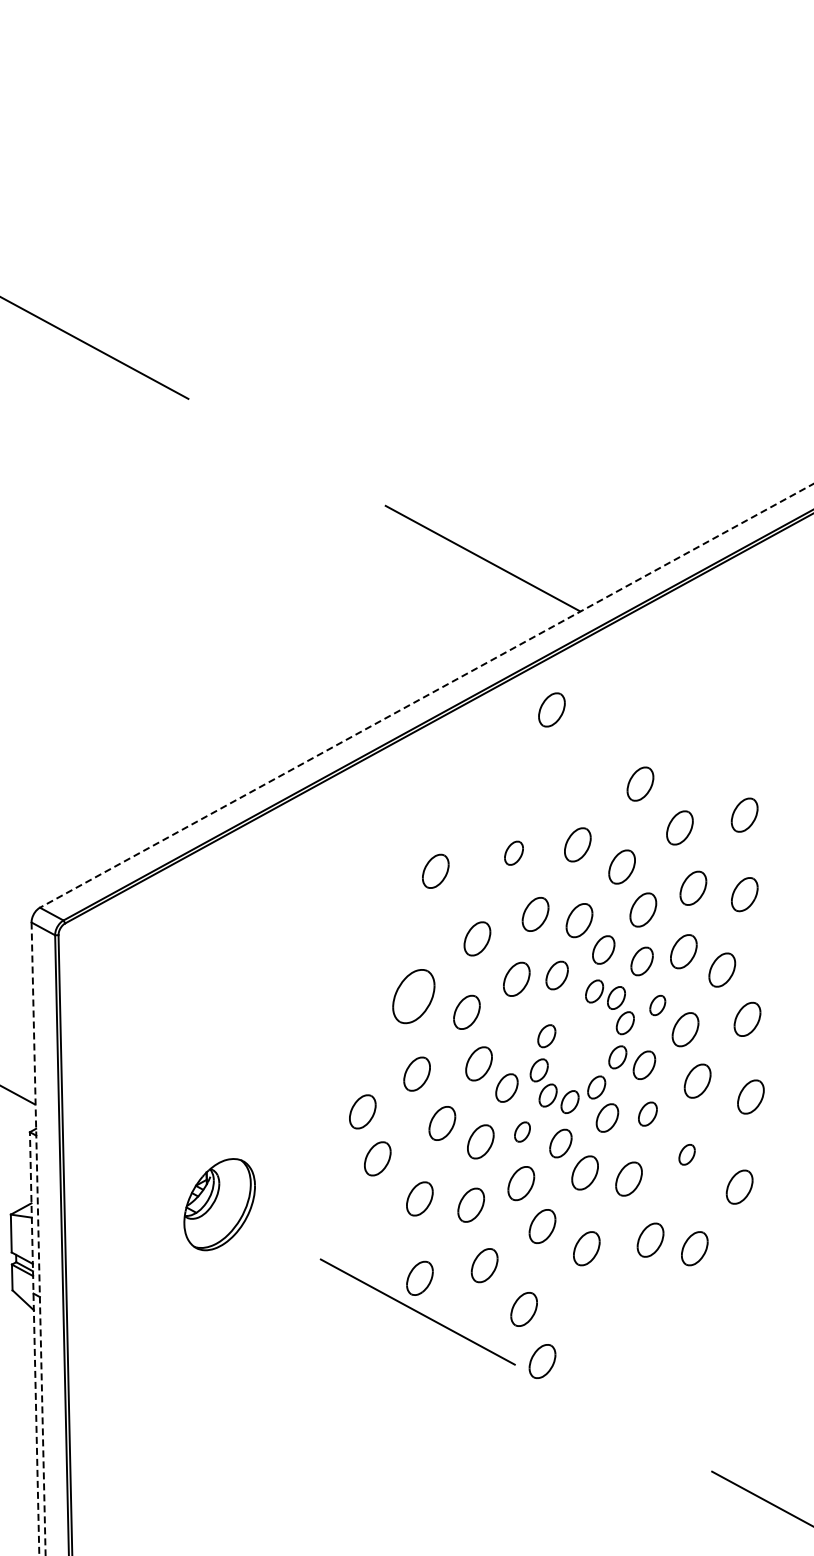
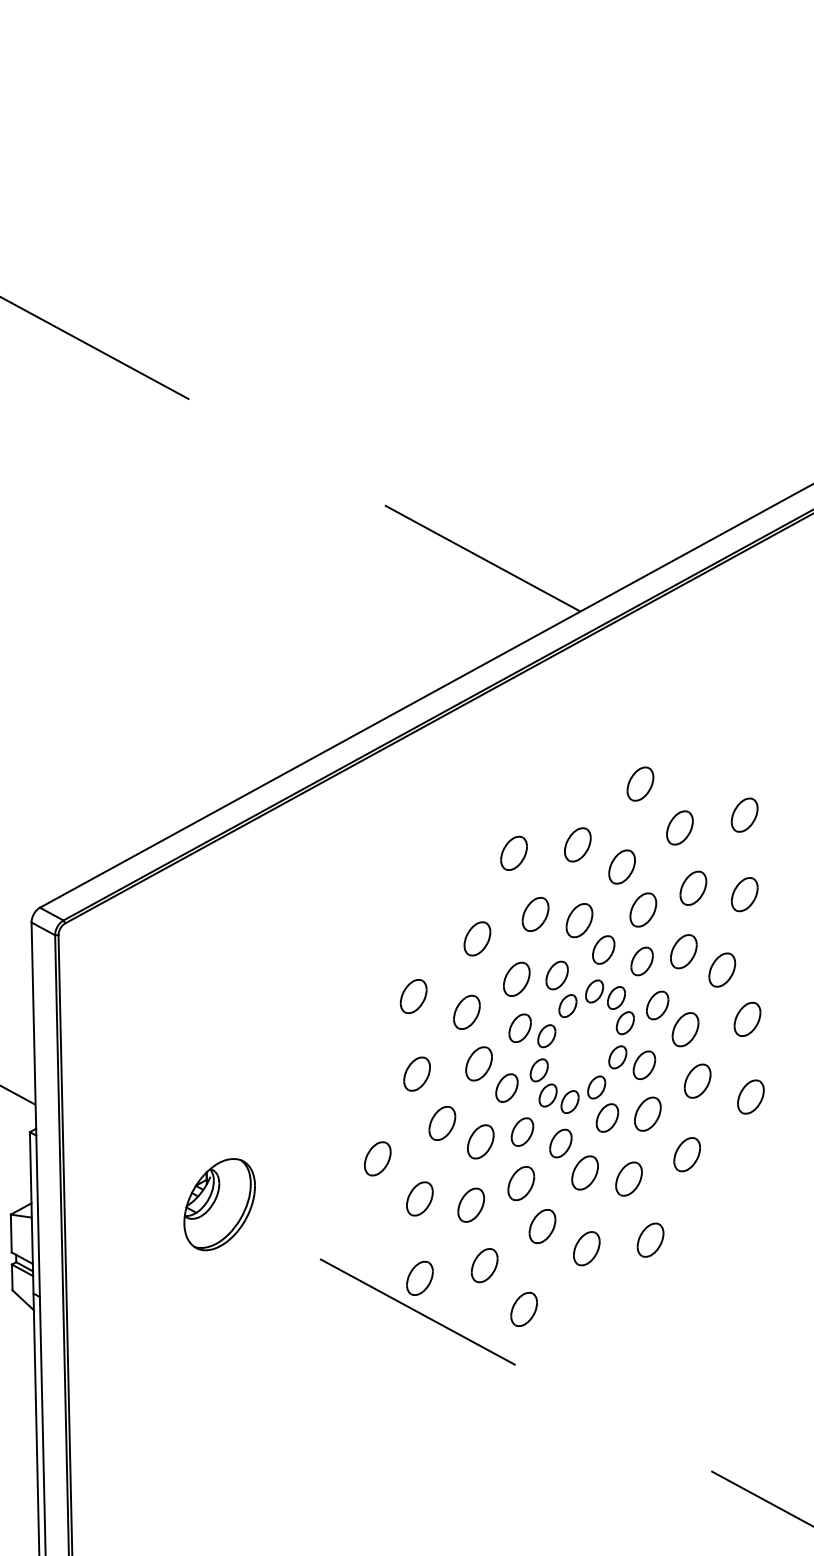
line at (426, 695): dashed -> solid
part at (551, 709): present -> none
part at (513, 852) size: 20x26 px -> 28x36 px
part at (435, 870): present -> none
part at (413, 996) size: 44x56 px -> 29x35 px
part at (567, 1005): none -> present
part at (657, 1005) size: 18x22 px -> 24x31 px
part at (519, 1027): none -> present
part at (362, 1111): present -> none
part at (647, 1113) size: 20x26 px -> 28x36 px
part at (522, 1131) size: 17x22 px -> 25x30 px
part at (686, 1154) size: 18x22 px -> 28x36 px
part at (739, 1186): present -> none
line at (38, 1239): dashed -> solid
part at (694, 1248): present -> none
line at (34, 1343): dashed -> solid
part at (542, 1361): present -> none
